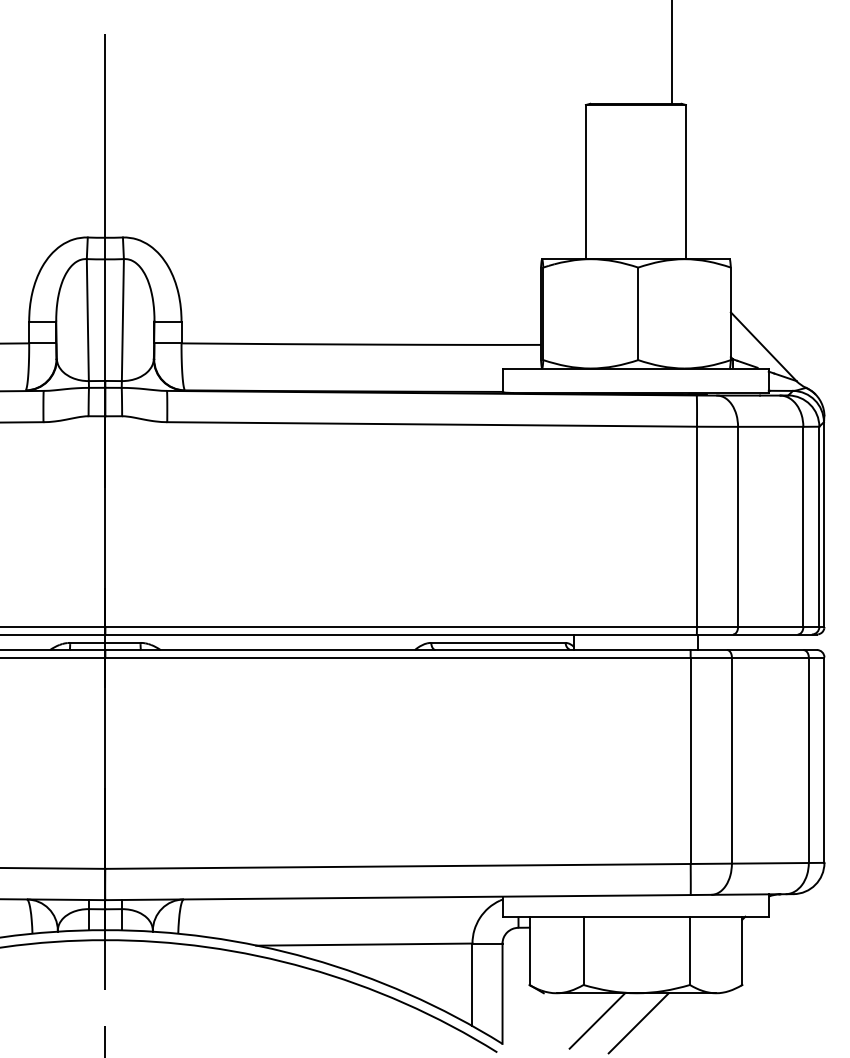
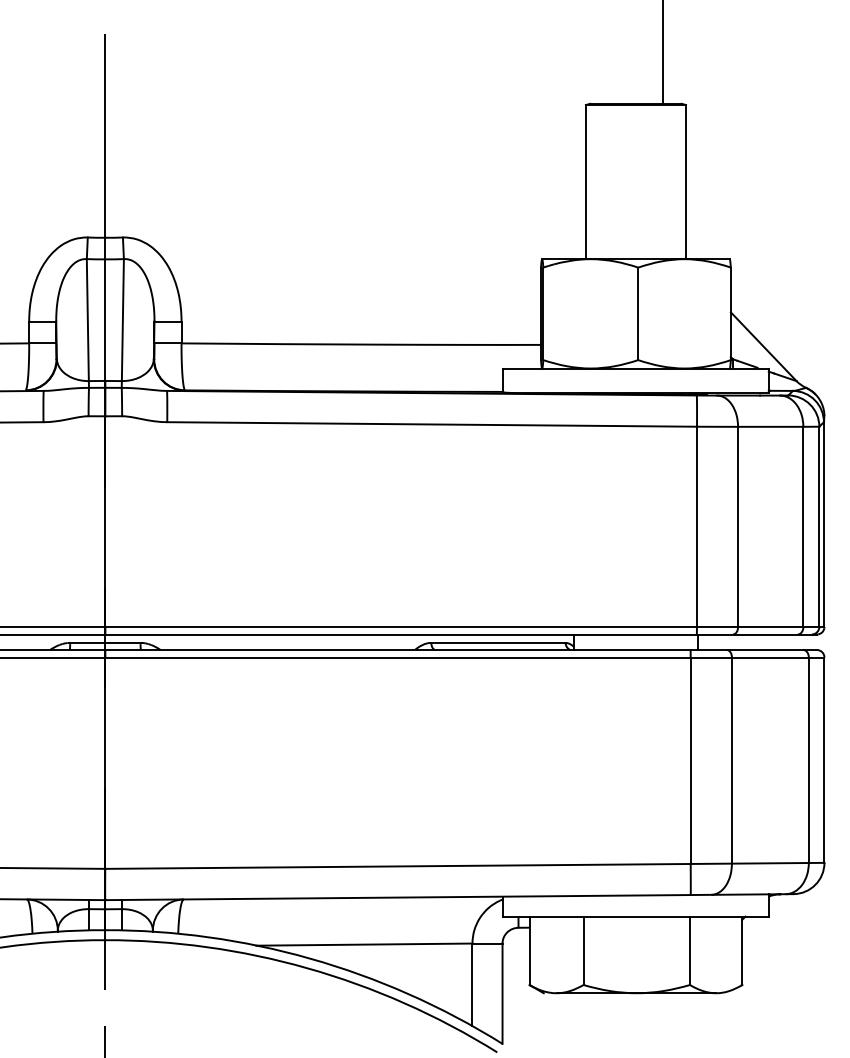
line at (671, 52) position: (671, 52) -> (662, 52)
line at (597, 1020): present -> none
line at (638, 1023): present -> none
